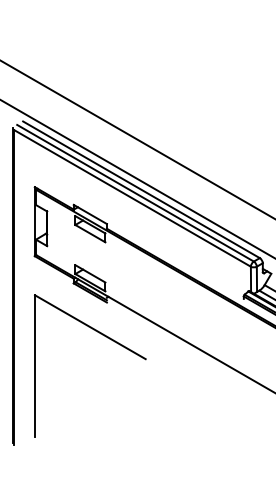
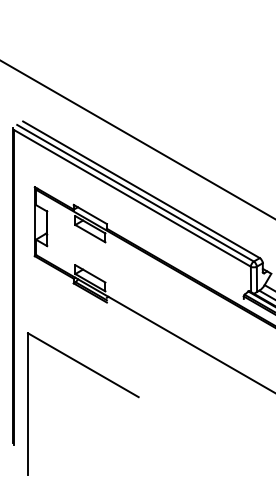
line at (137, 179): present -> none
part at (107, 338) position: (107, 338) -> (100, 376)
